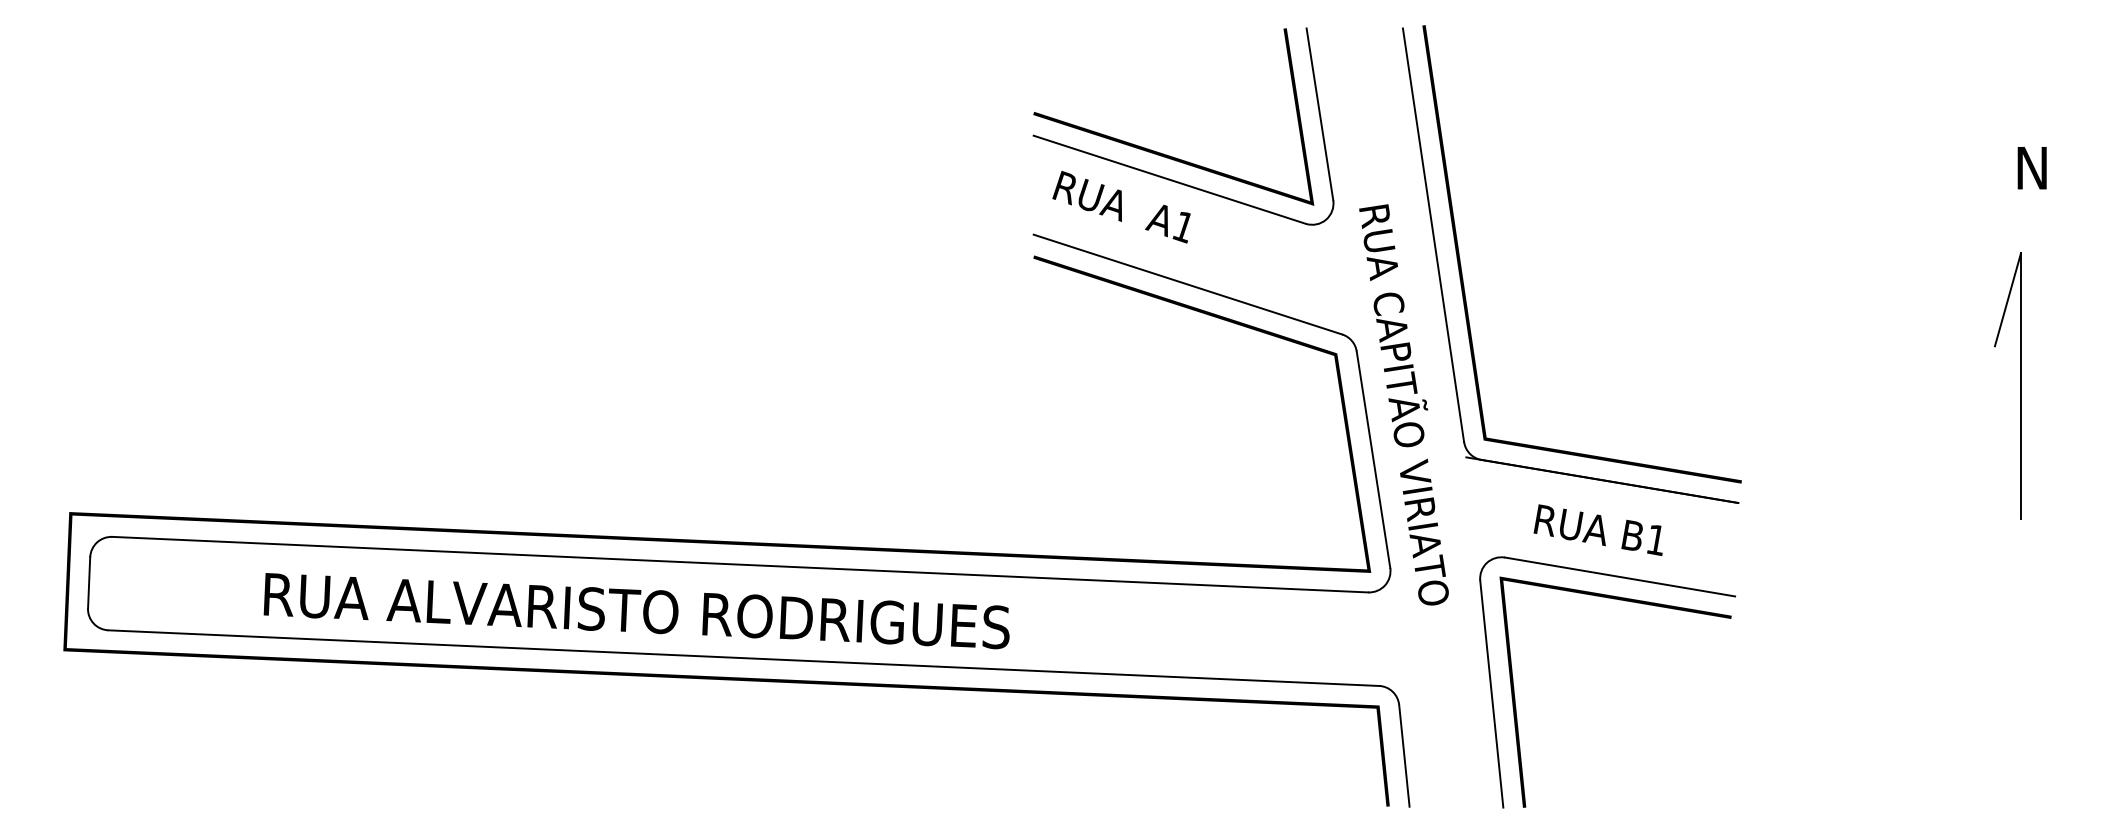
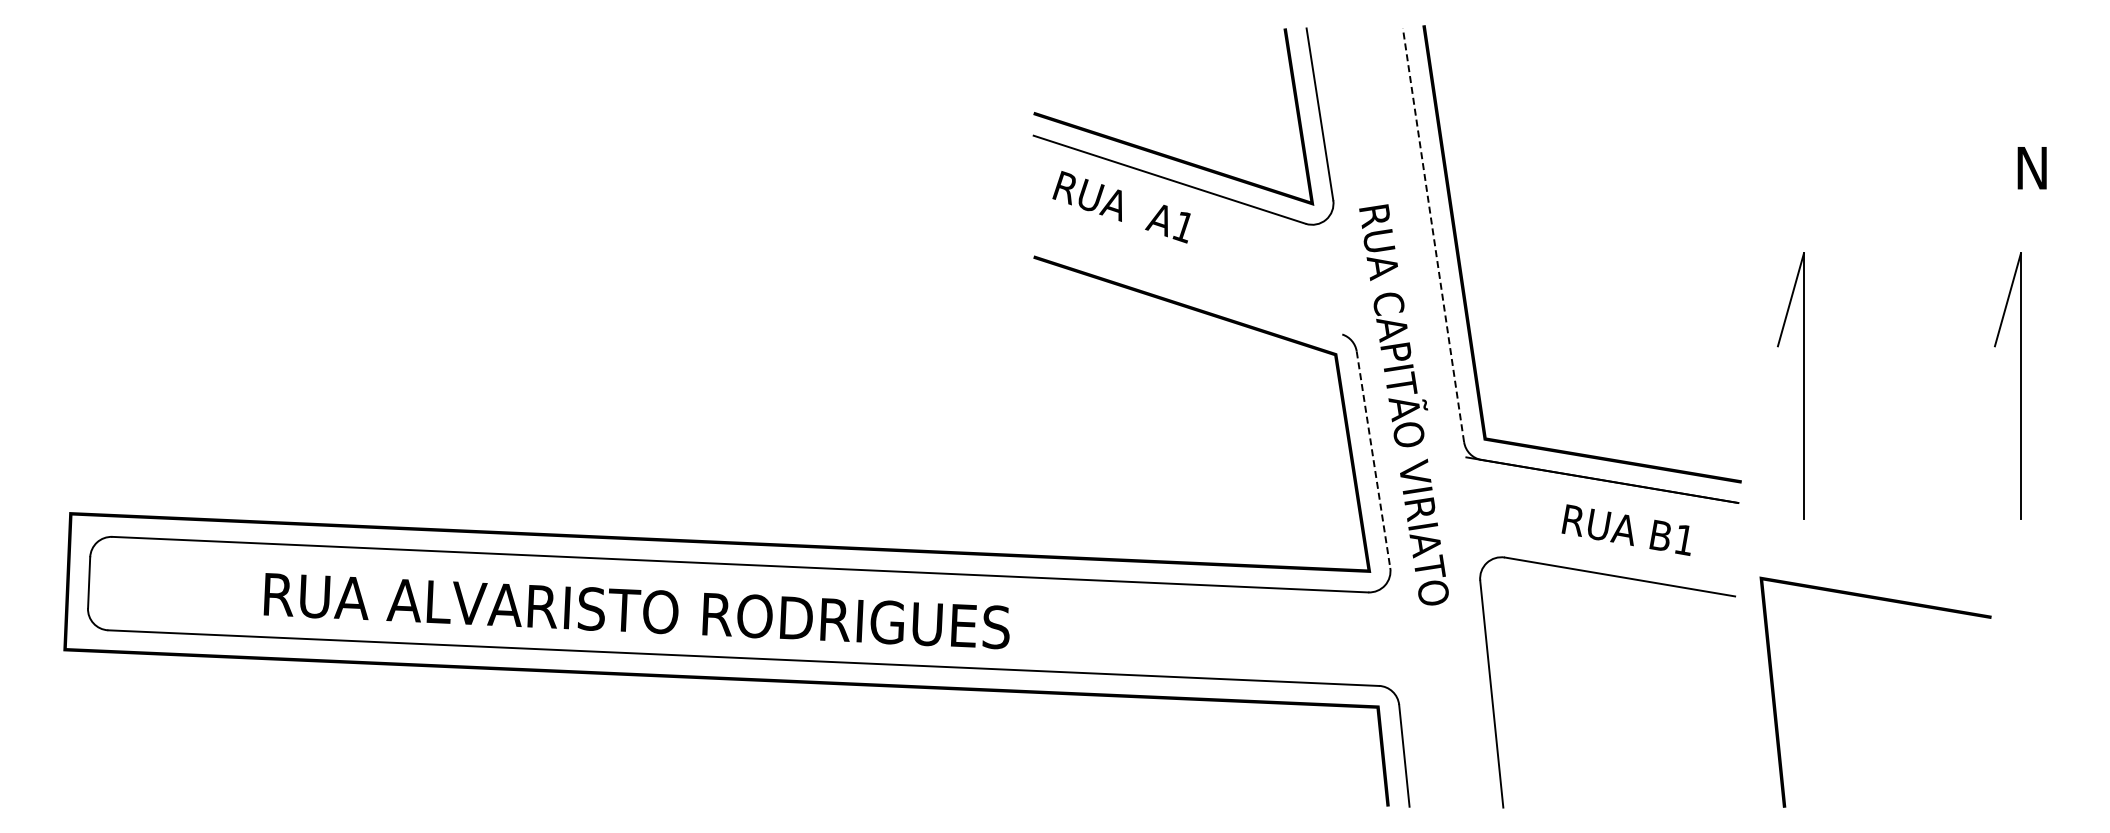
line at (1433, 234): solid -> dashed
line at (1187, 284): present -> none
part at (1803, 385): none -> present
line at (1373, 459): solid -> dashed
text at (1597, 529) position: (1597, 529) -> (1625, 529)
line at (1631, 602) position: (1631, 602) -> (1891, 602)
